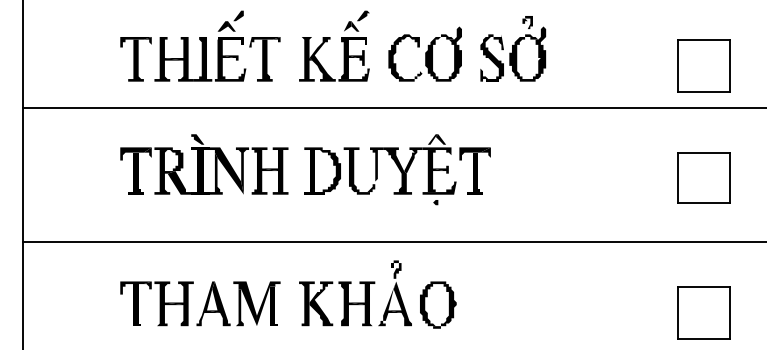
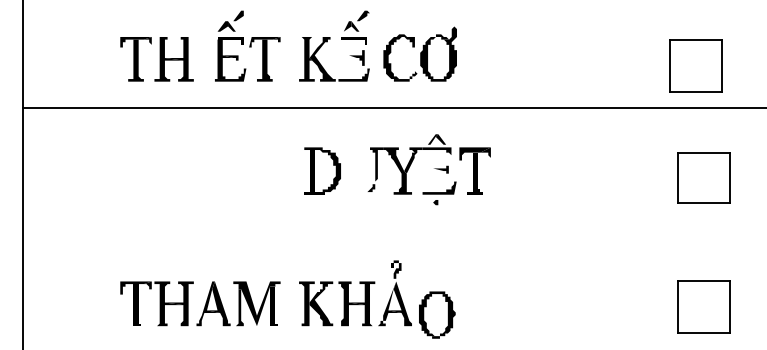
part at (513, 48): present -> none
part at (424, 53) position: (424, 53) -> (419, 53)
fill at (202, 58): present -> none
fill at (348, 59): present -> none
part at (703, 65) position: (703, 65) -> (695, 65)
part at (204, 164): present -> none
fill at (357, 170): present -> none
fill at (435, 171): present -> none
line at (393, 242): present -> none
part at (438, 304) position: (438, 304) -> (437, 314)
part at (703, 312) position: (703, 312) -> (703, 306)
